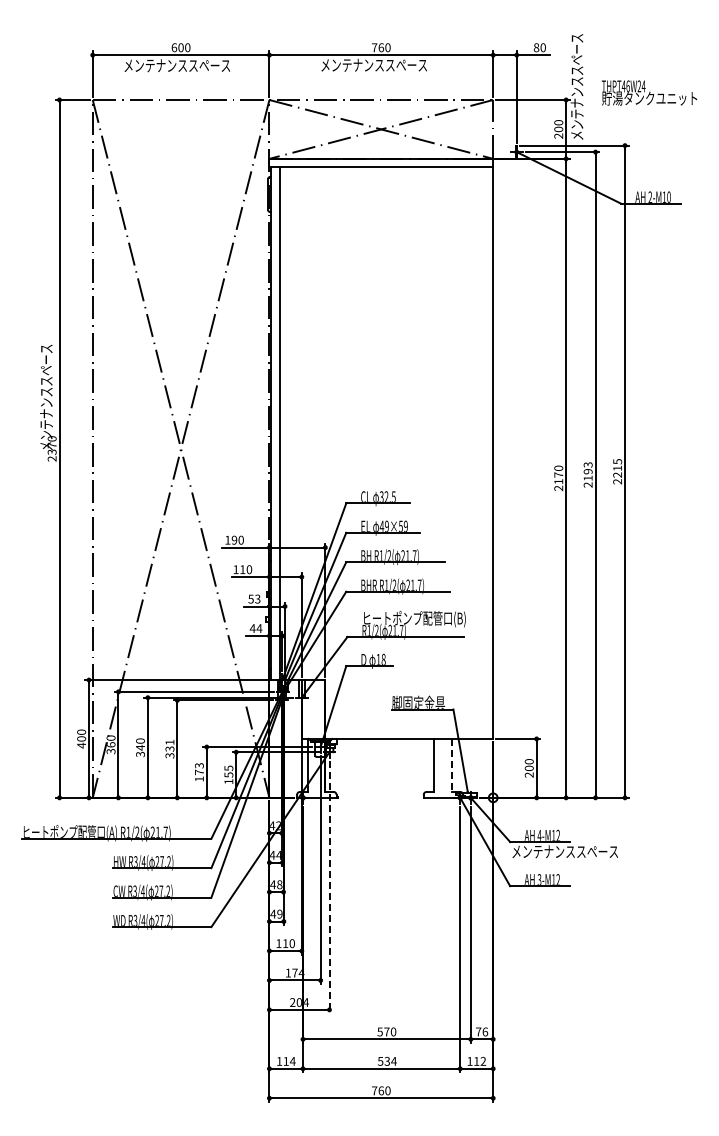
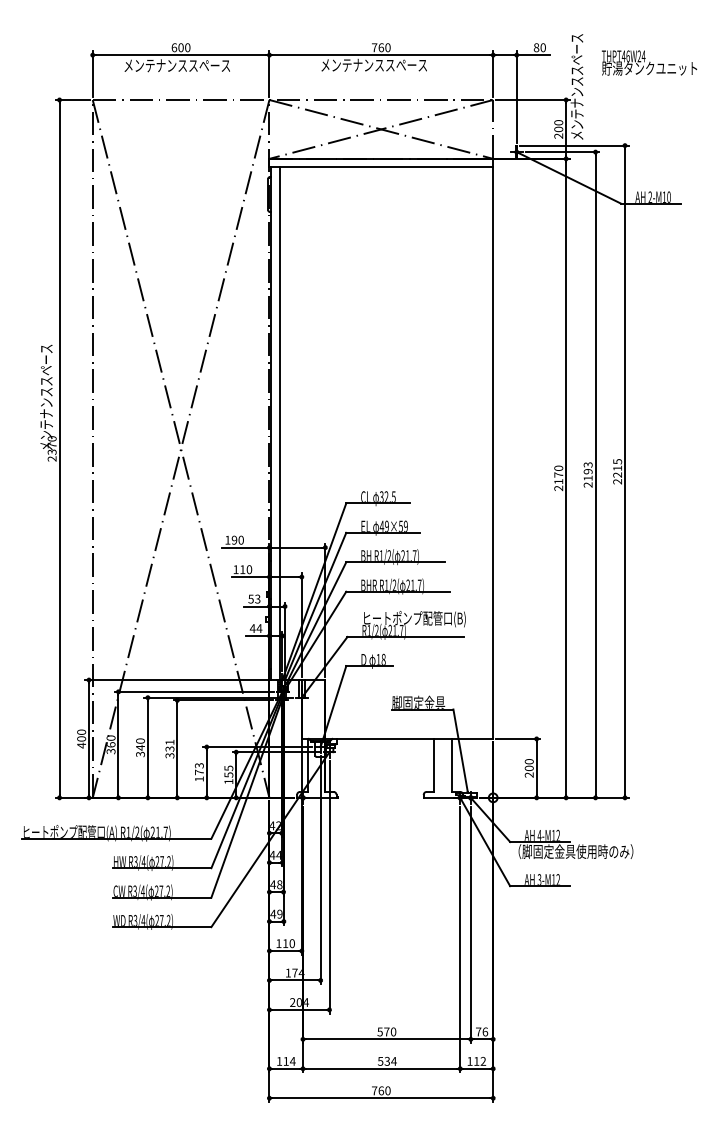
text at (649, 92) position: (649, 92) -> (649, 62)
line at (451, 765): dashed -> solid
text at (572, 851): メンテナンススペース -> （脚固定金具使用時のみ）
line at (329, 887): dashed -> solid
